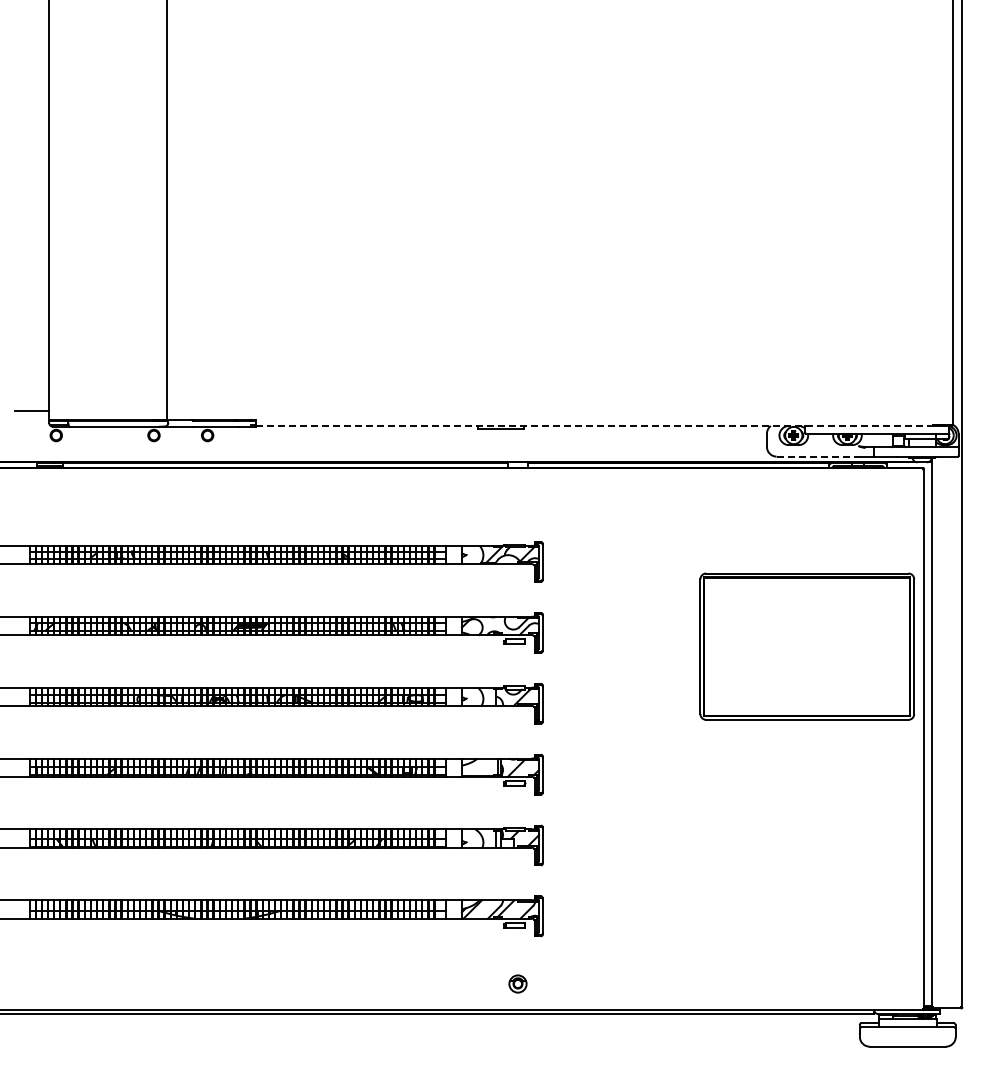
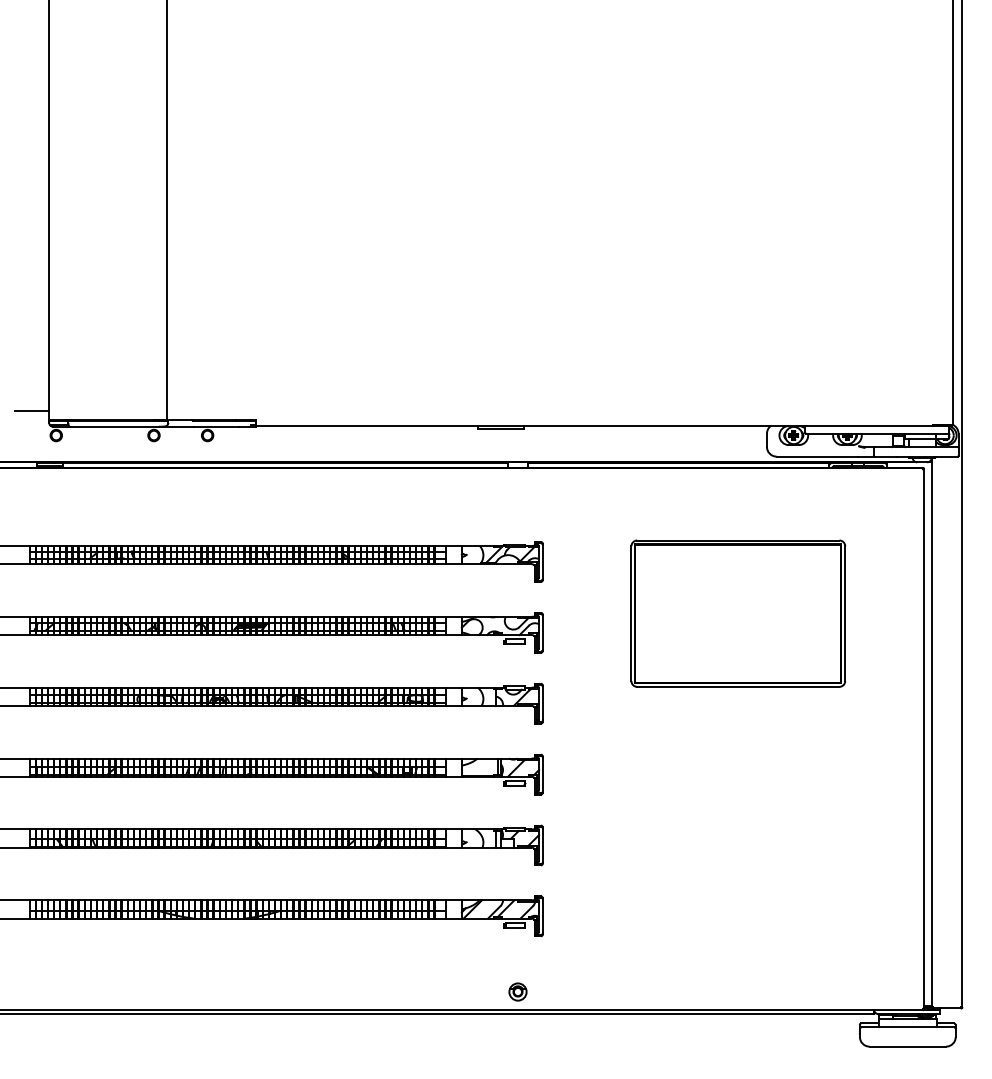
line at (594, 425): dashed -> solid
line at (817, 456): dashed -> solid
part at (807, 646) position: (807, 646) -> (738, 613)
part at (517, 983) position: (517, 983) -> (517, 991)
